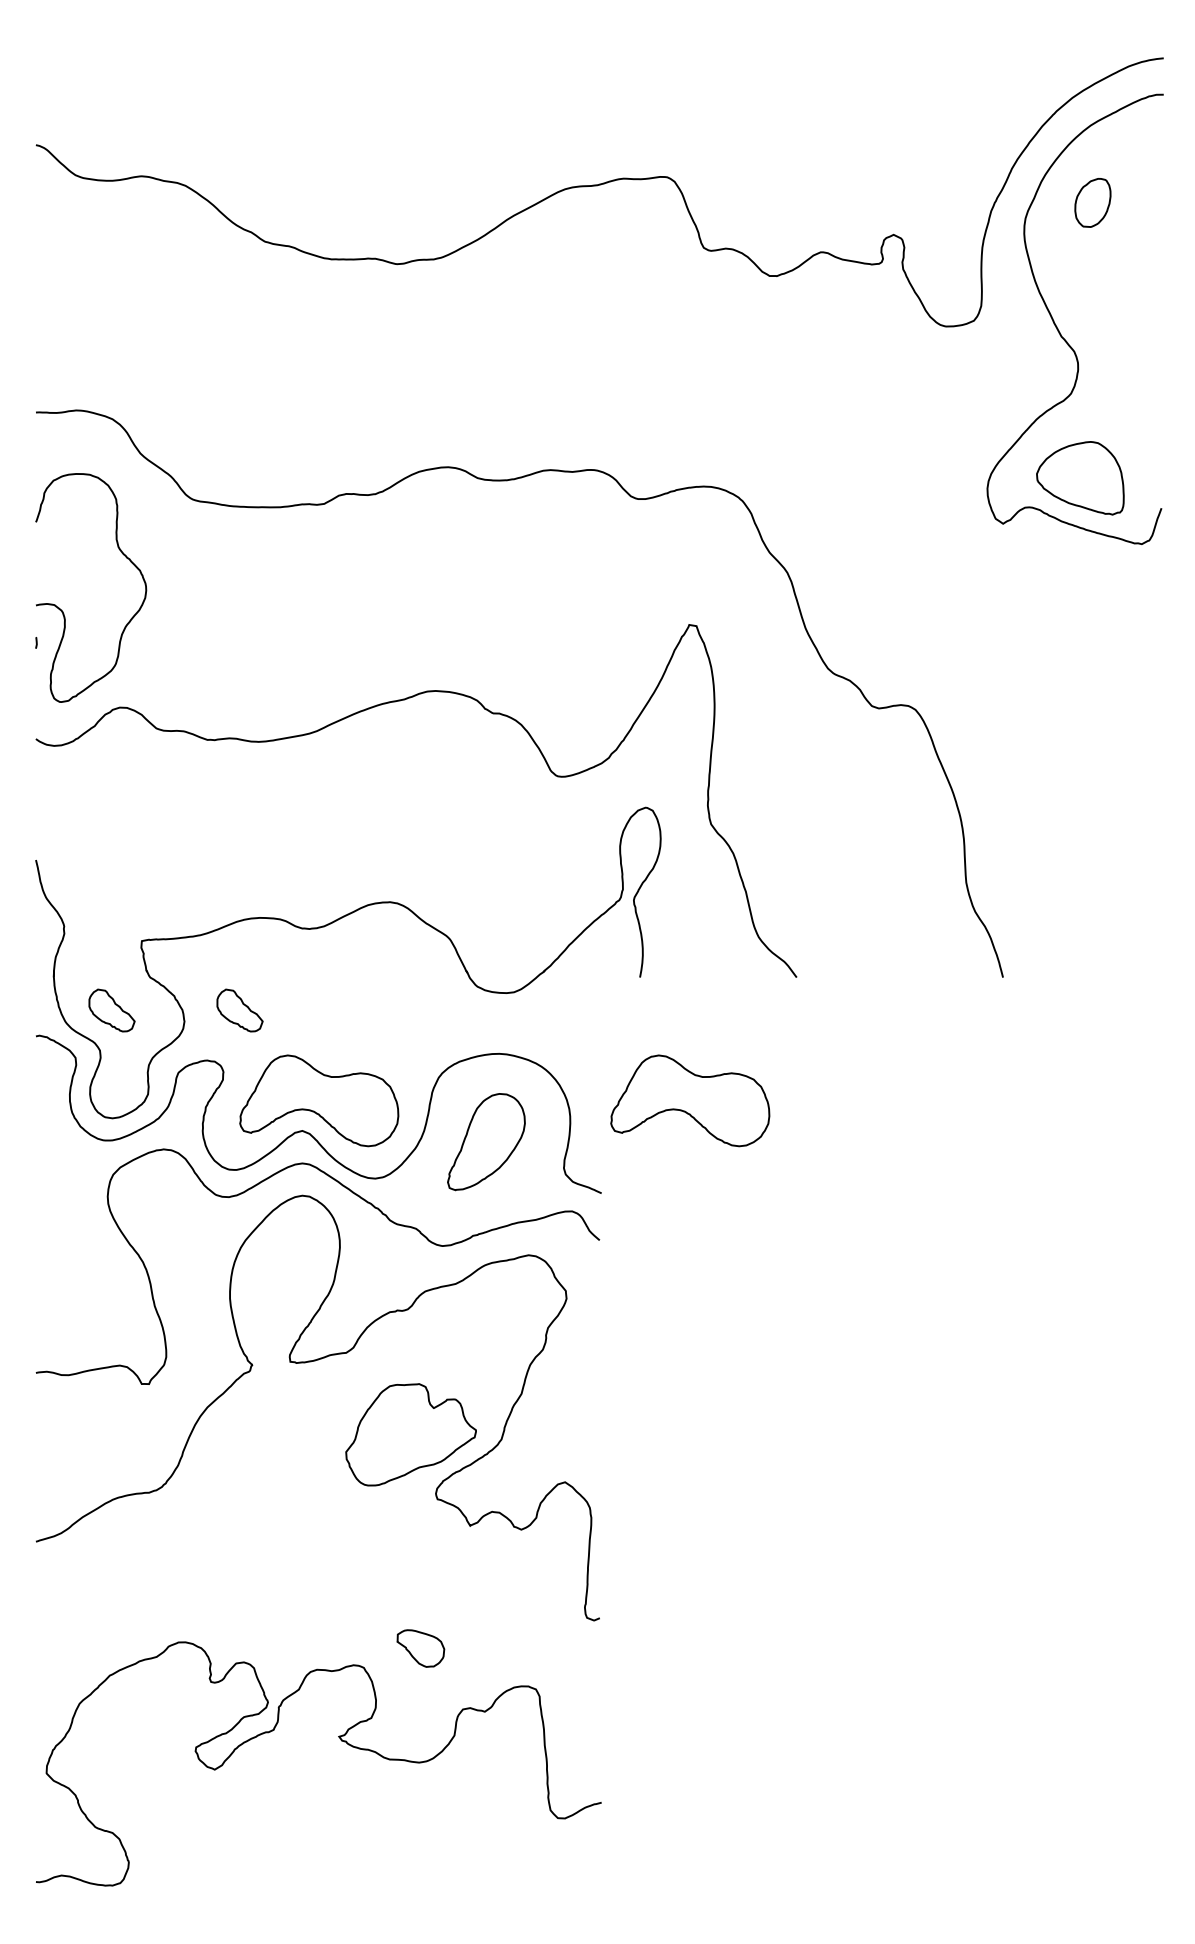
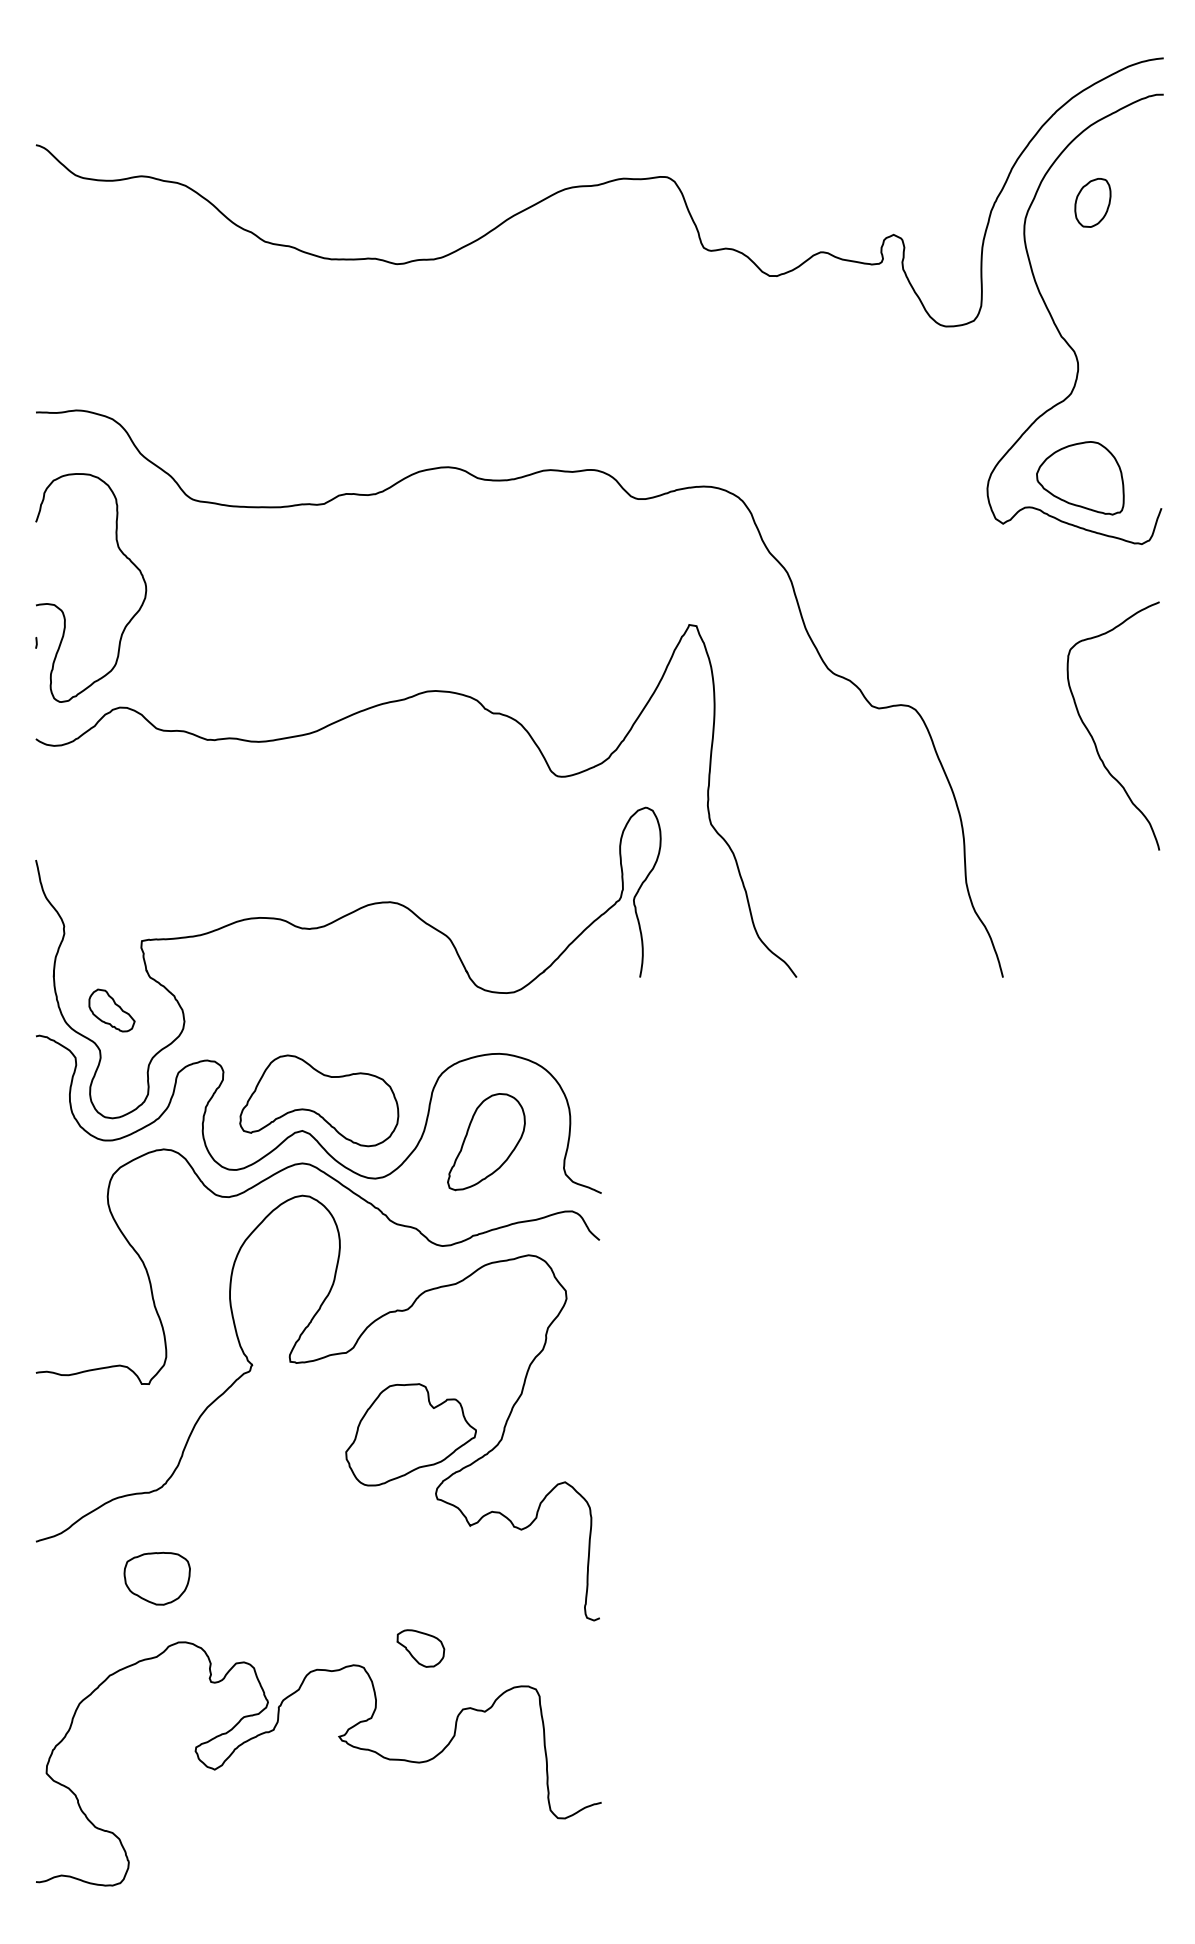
curve at (1092, 735): none -> present
part at (239, 1010): present -> none
part at (690, 1100): present -> none
part at (156, 1578): none -> present
